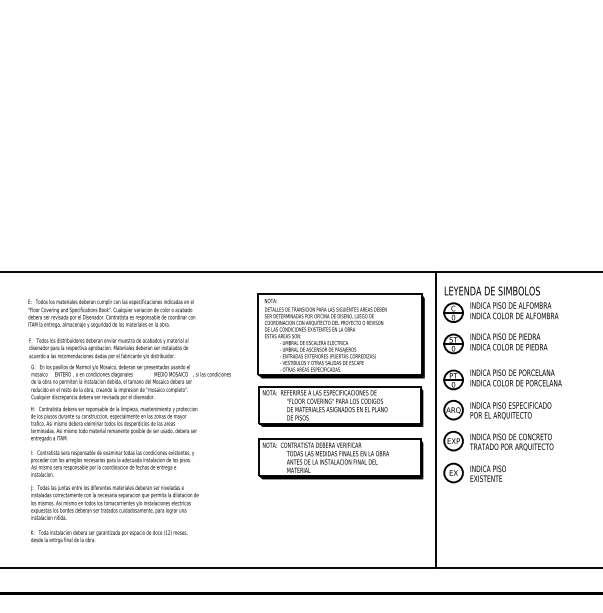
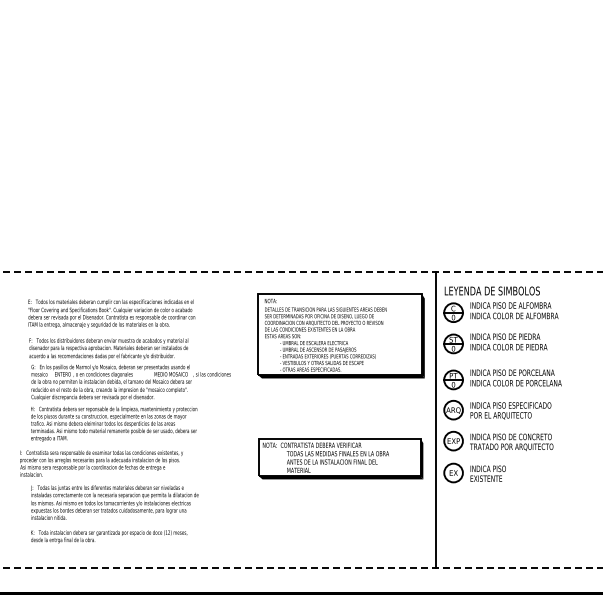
line at (302, 271): solid -> dashed
part at (340, 406): present -> none
text at (112, 463) position: (112, 463) -> (101, 463)
line at (302, 567): solid -> dashed
